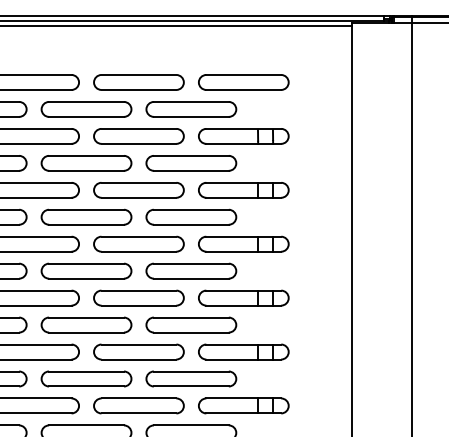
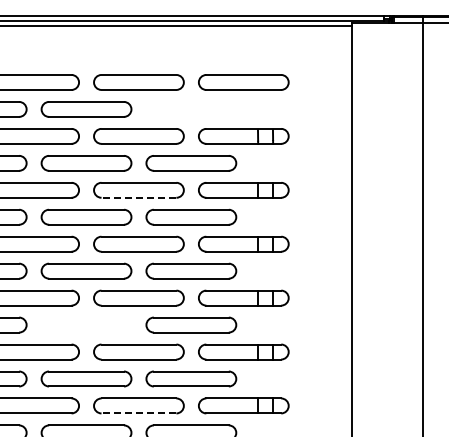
part at (191, 109): present -> none
line at (138, 197): solid -> dashed
line at (411, 224) position: (411, 224) -> (422, 224)
part at (86, 324): present -> none
line at (138, 413): solid -> dashed
